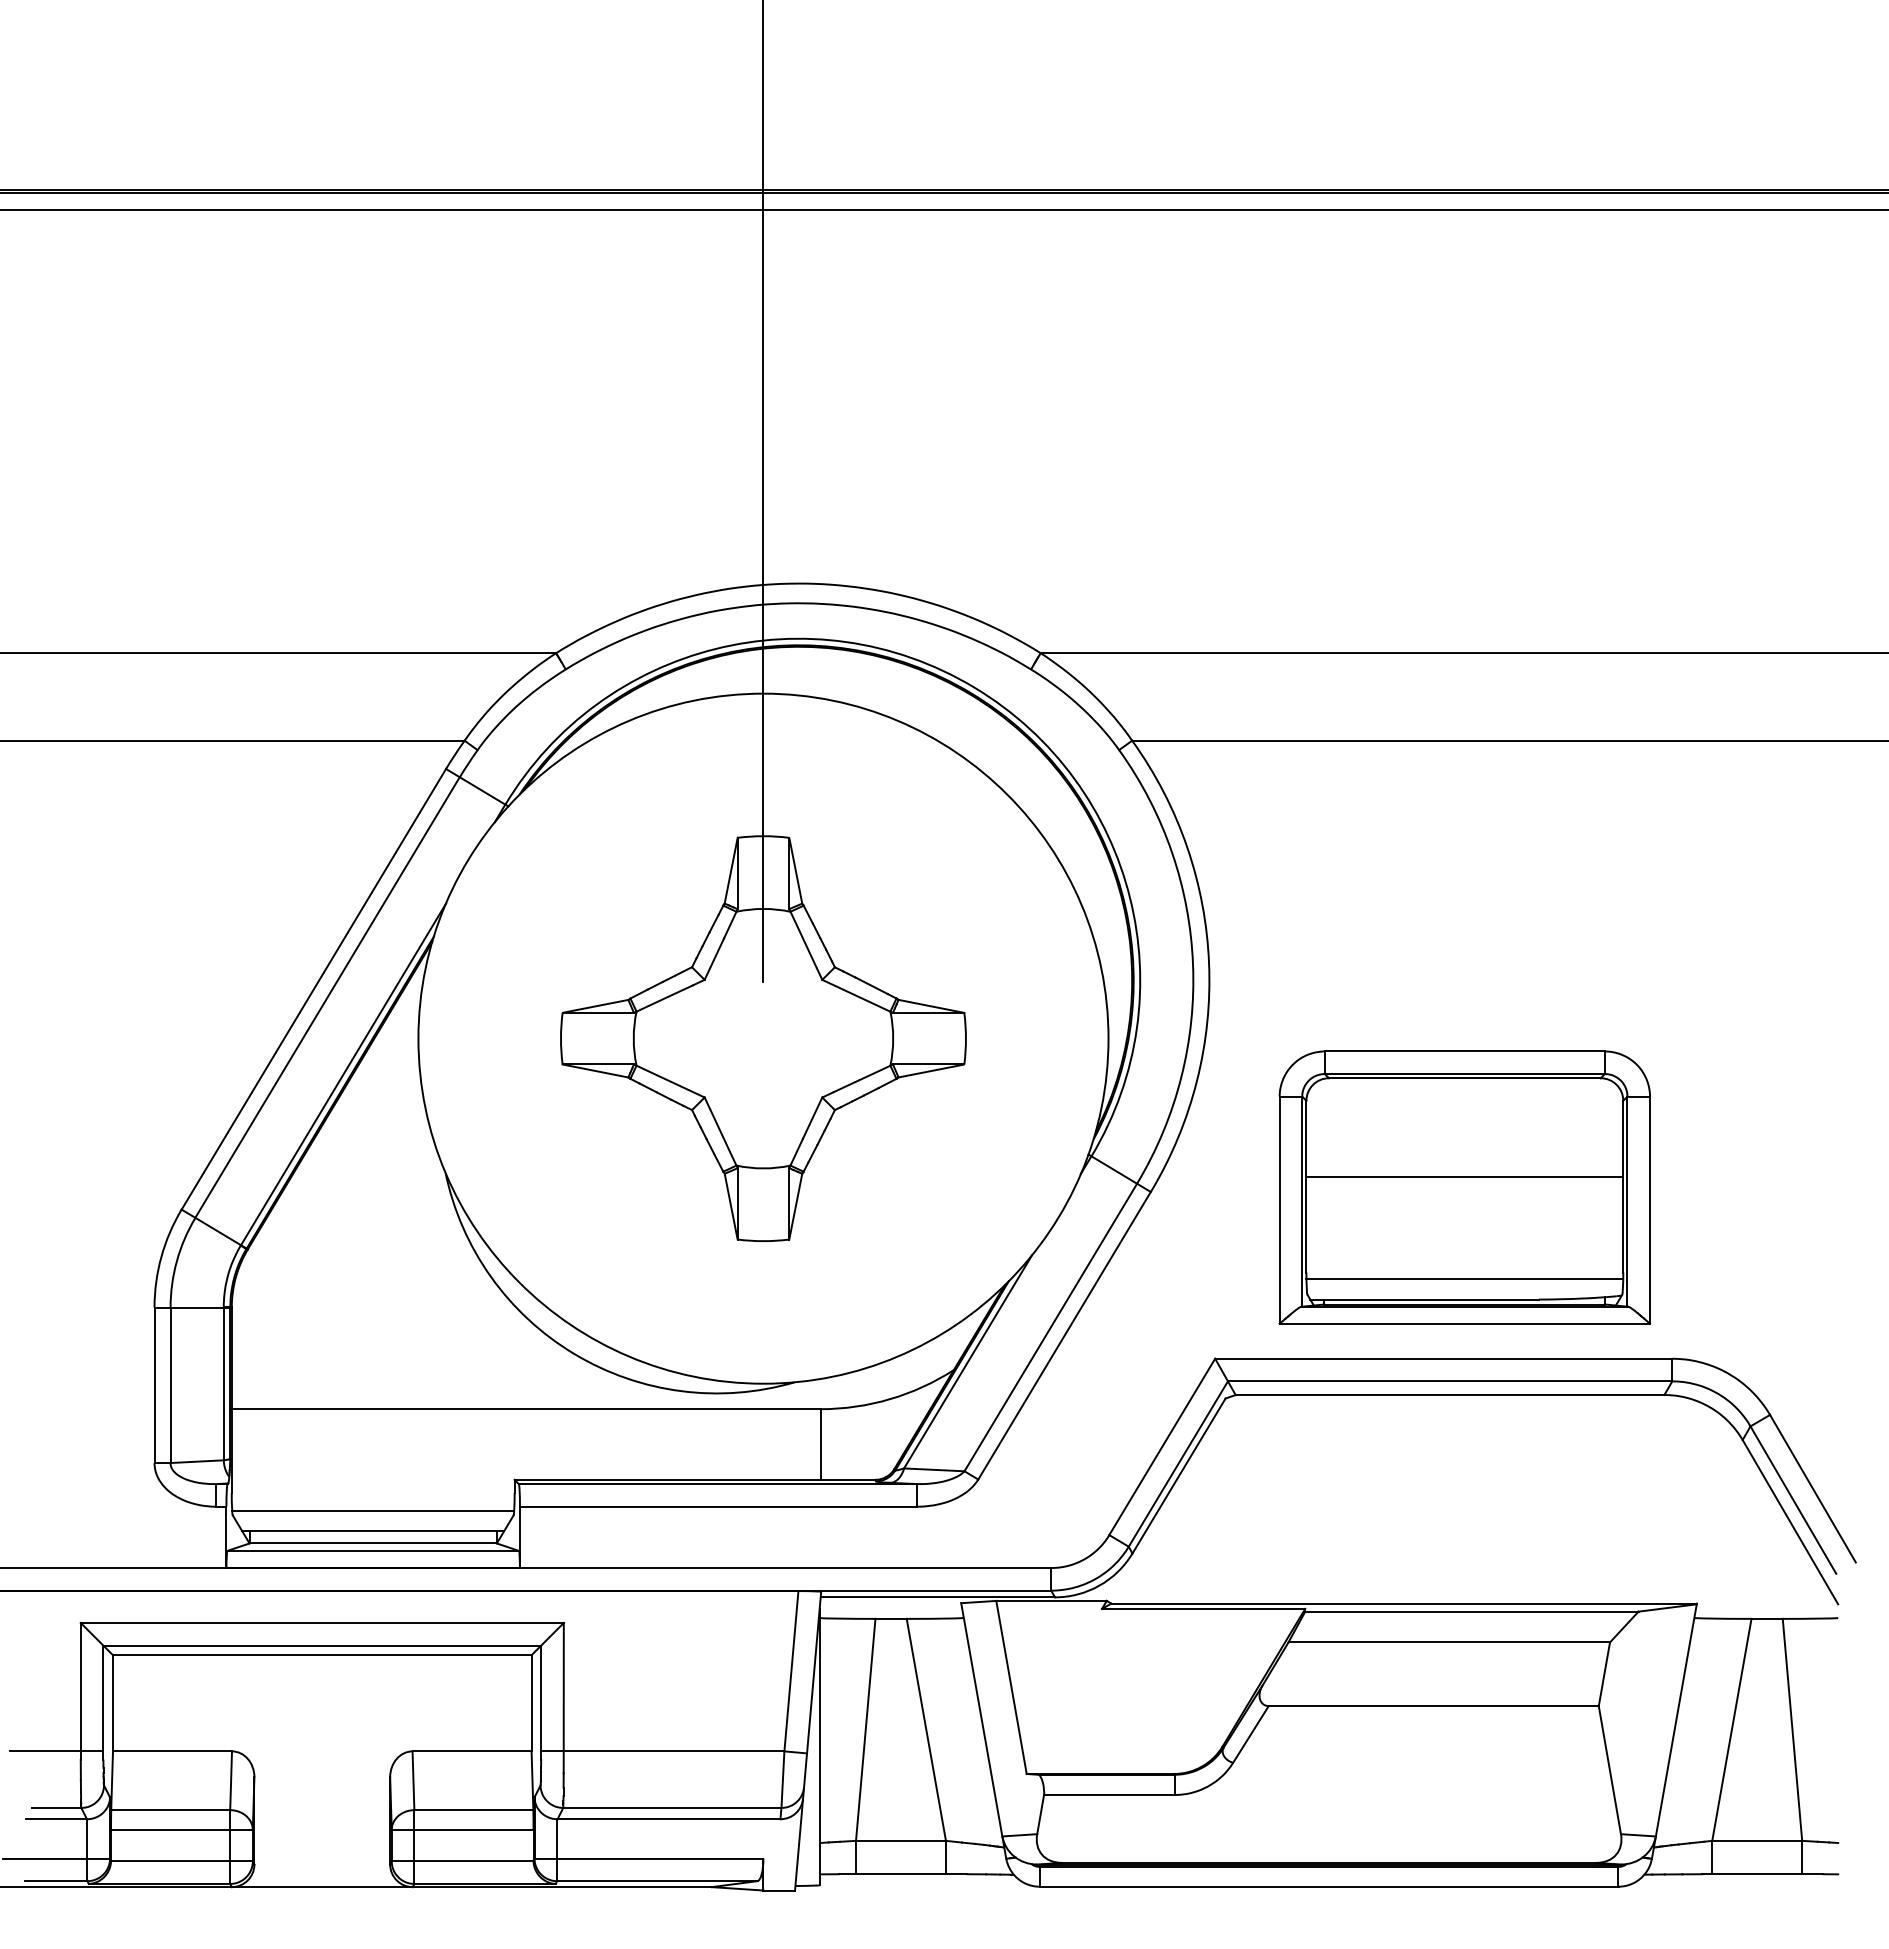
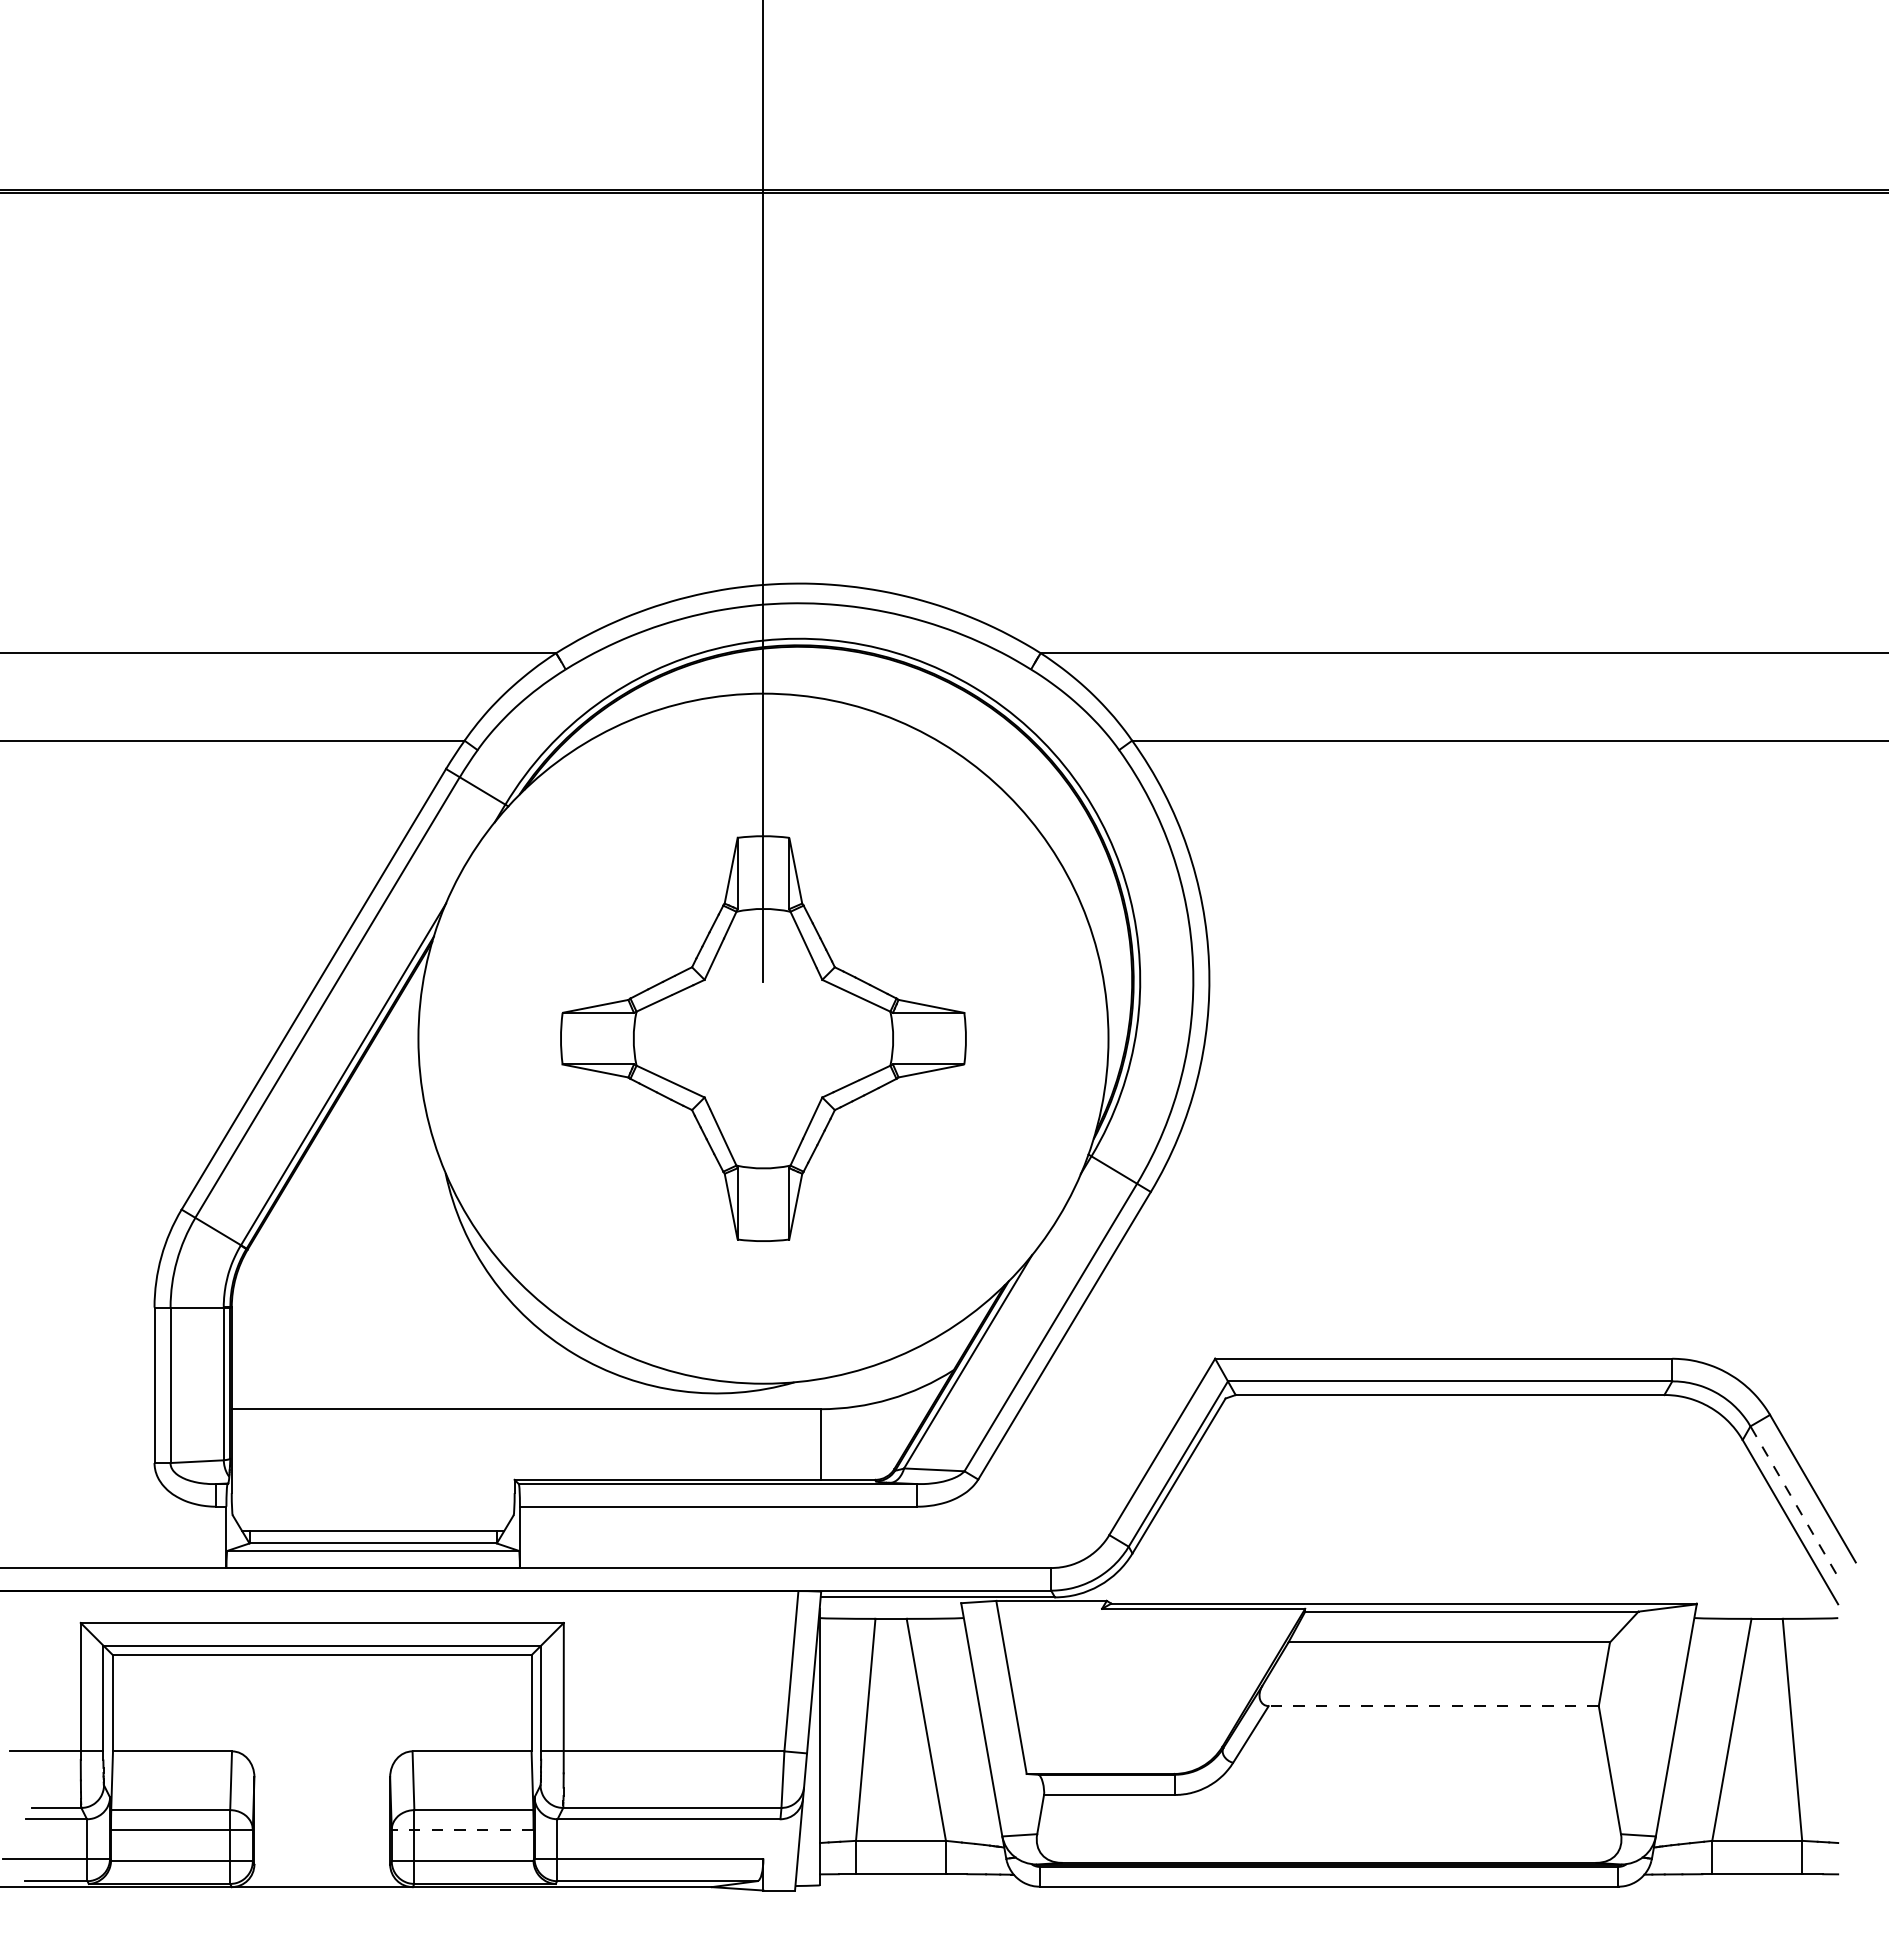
line at (943, 210): present -> none
part at (1464, 1187): present -> none
line at (1793, 1499): solid -> dashed
line at (373, 1510): present -> none
line at (1433, 1706): solid -> dashed
line at (462, 1829): solid -> dashed
